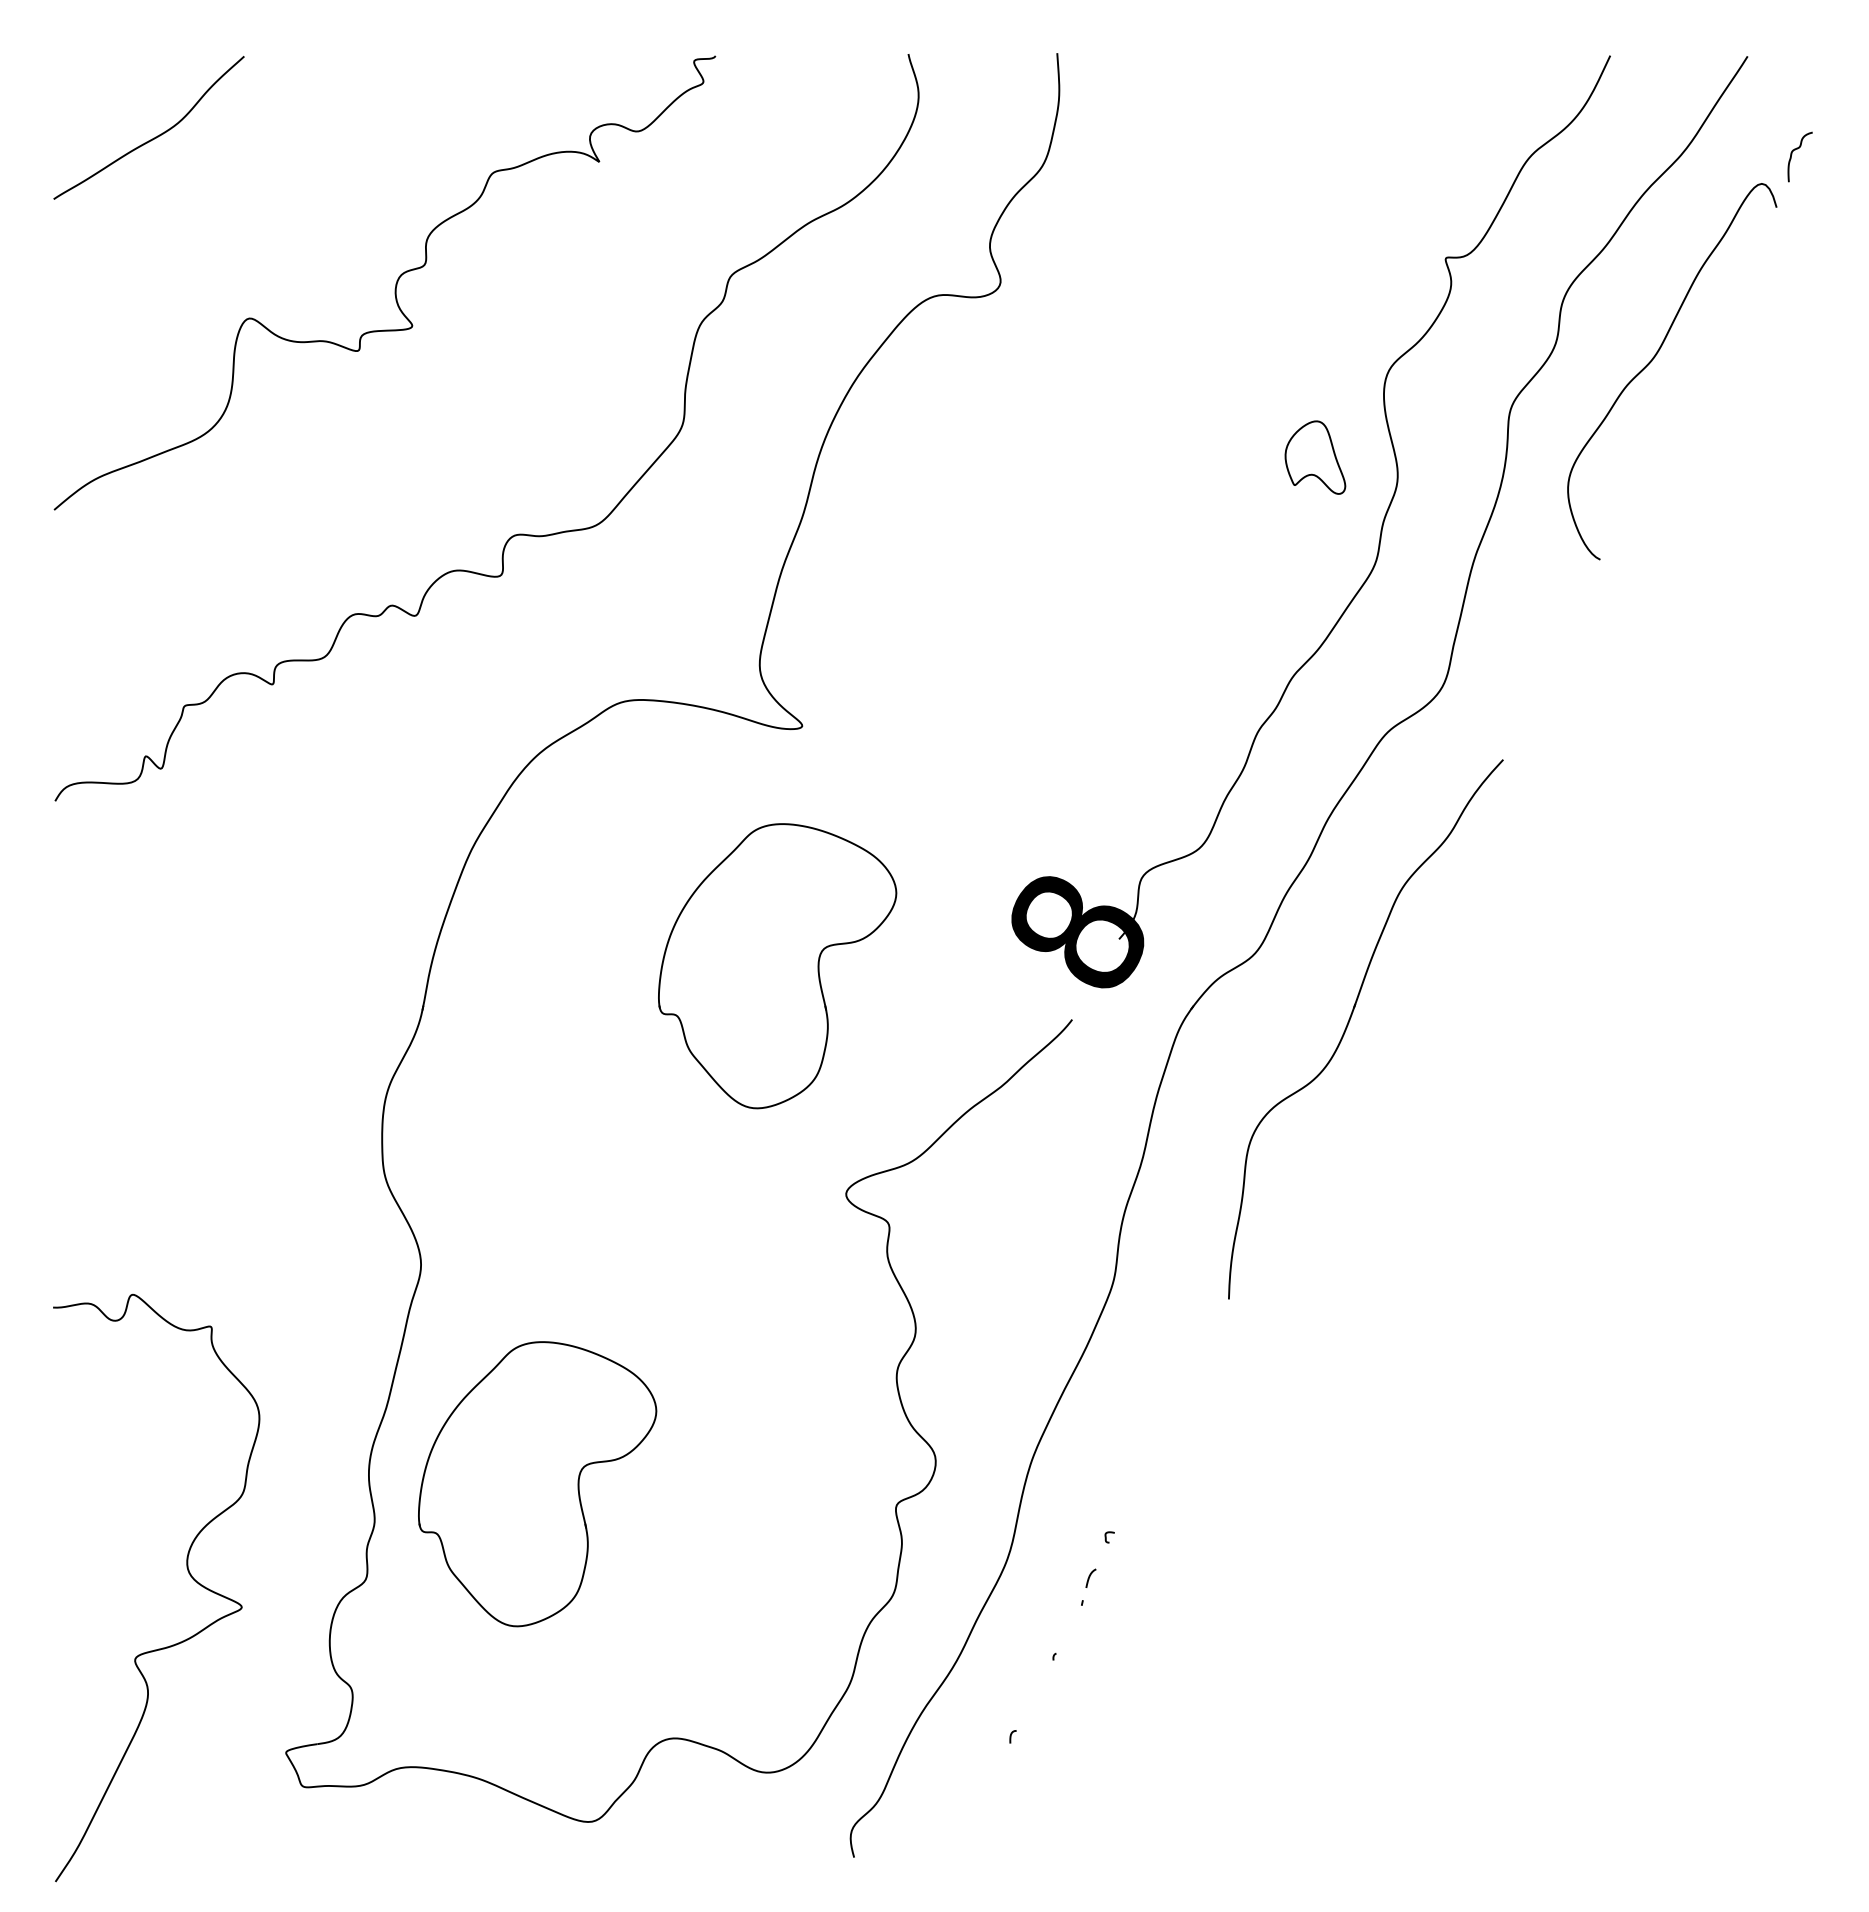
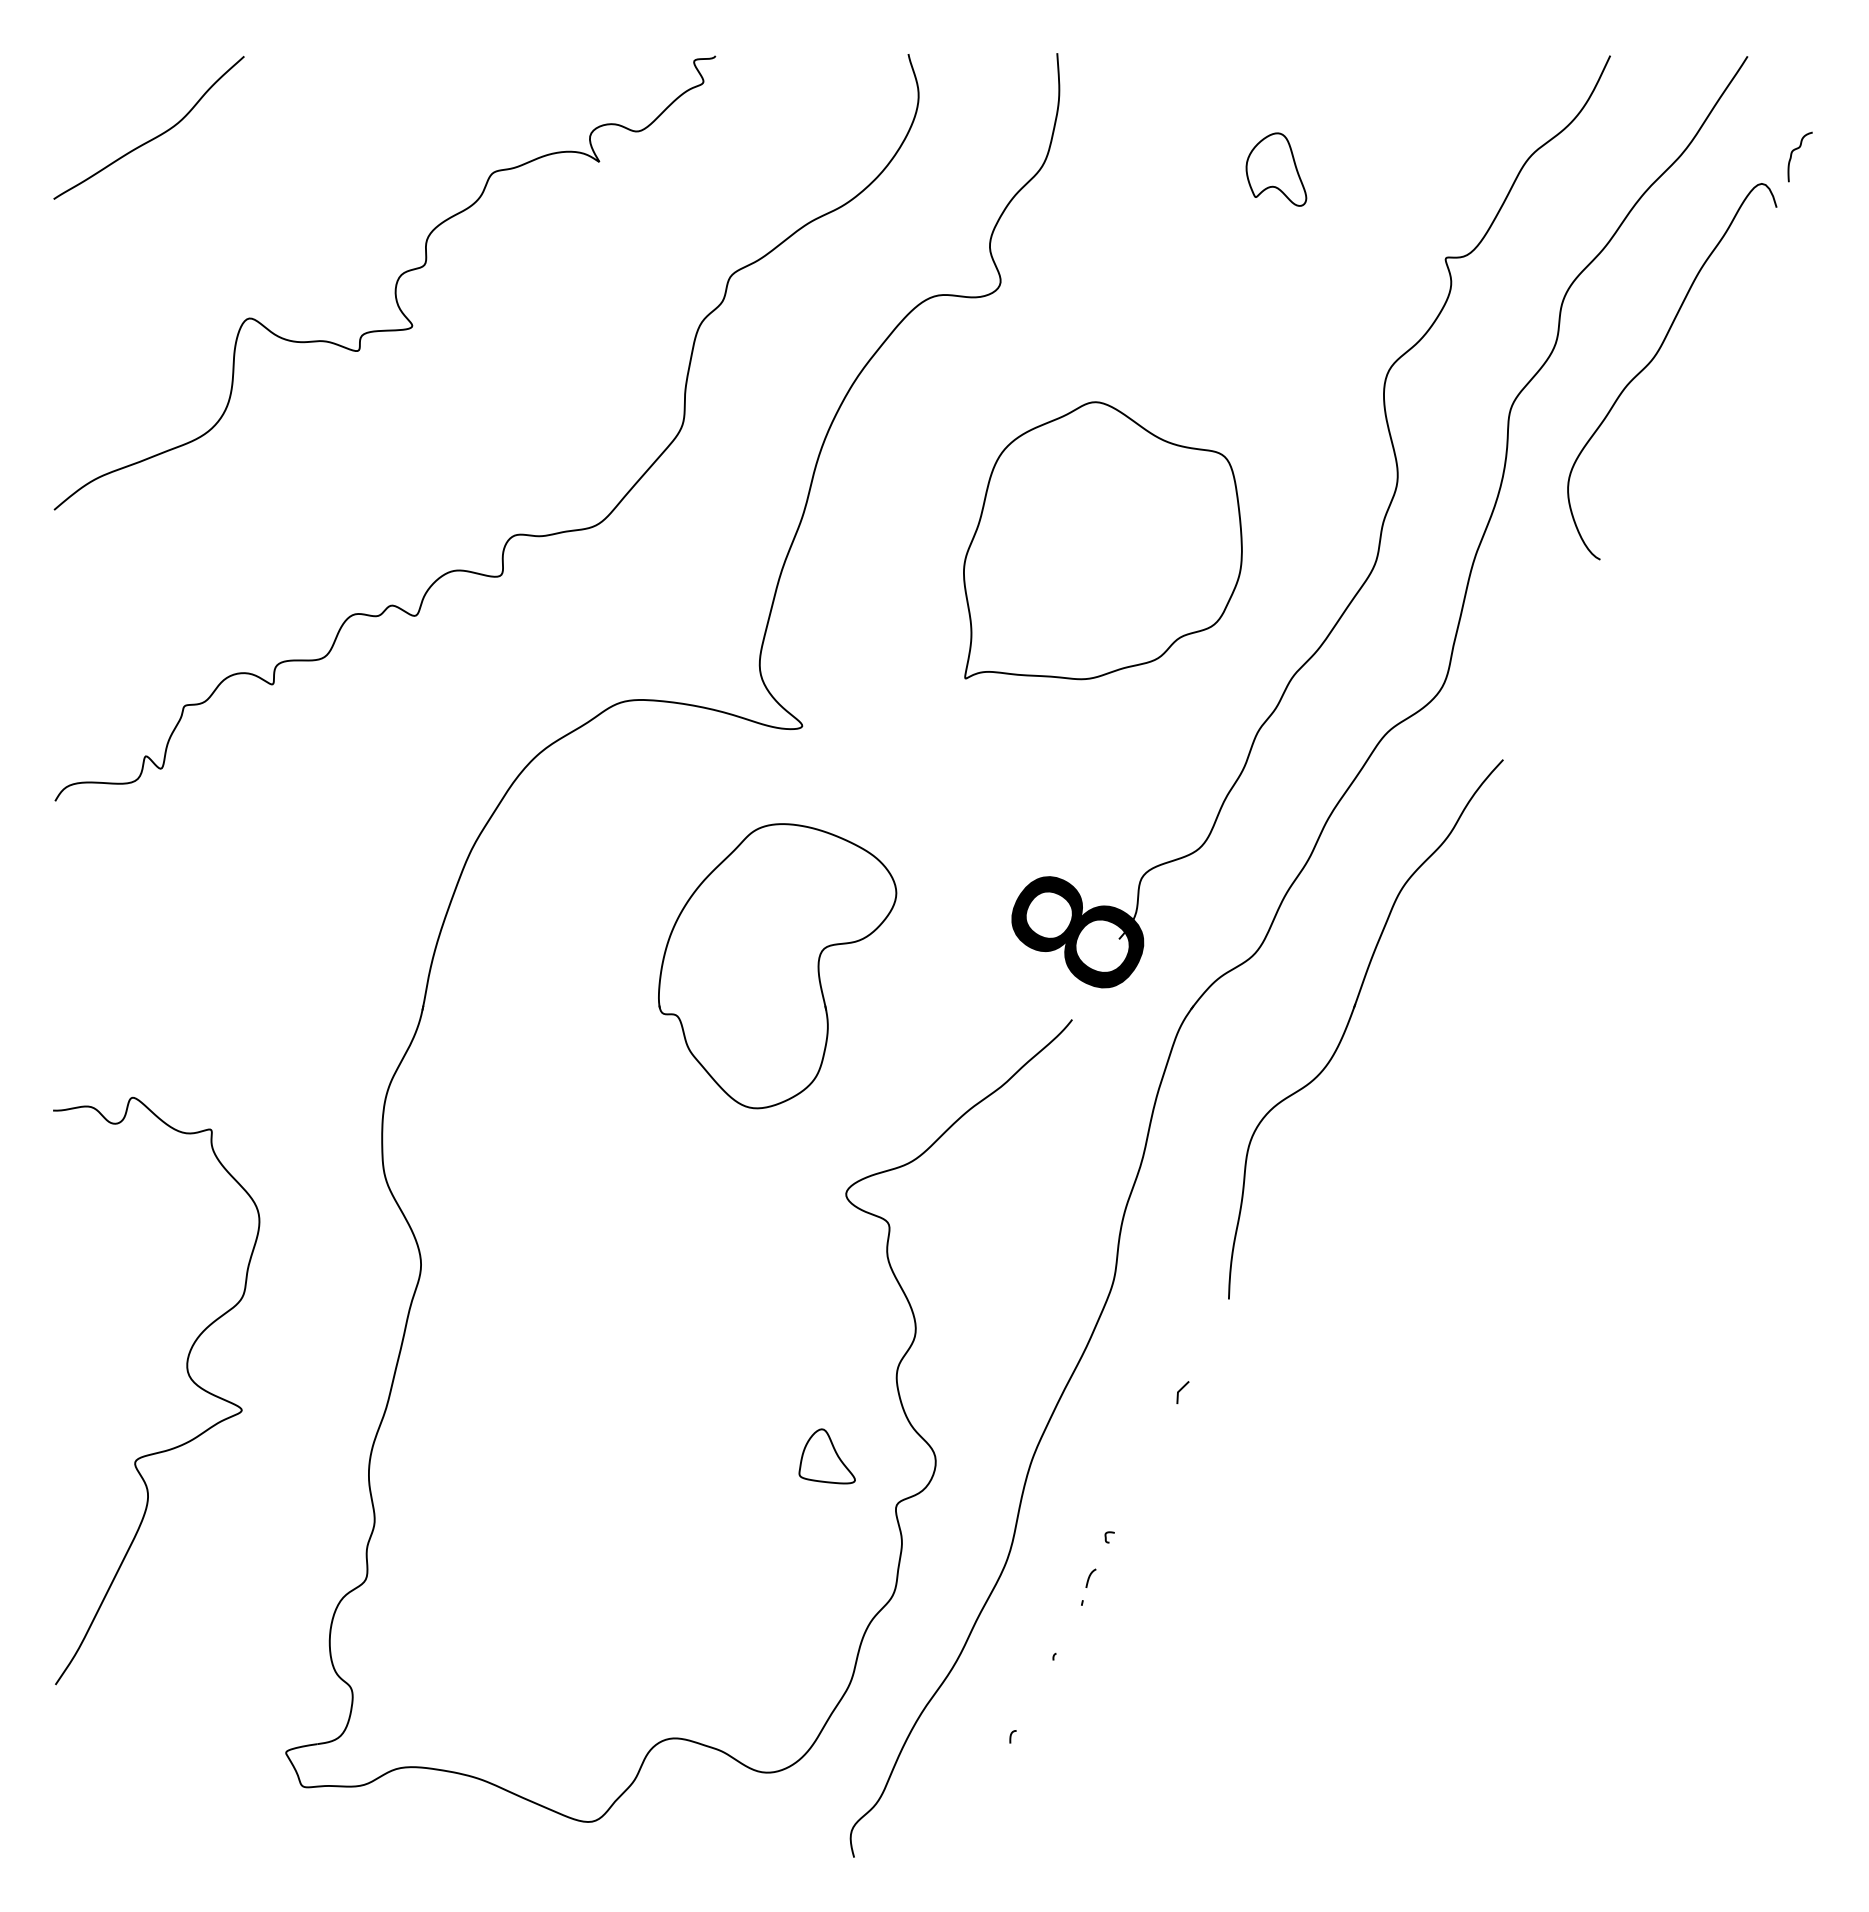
part at (1315, 457) position: (1315, 457) -> (1276, 169)
part at (1102, 540): none -> present
line at (1181, 1390): none -> present
part at (826, 1456): none -> present
part at (537, 1484): present -> none
curve at (187, 1571) position: (187, 1571) -> (187, 1374)
